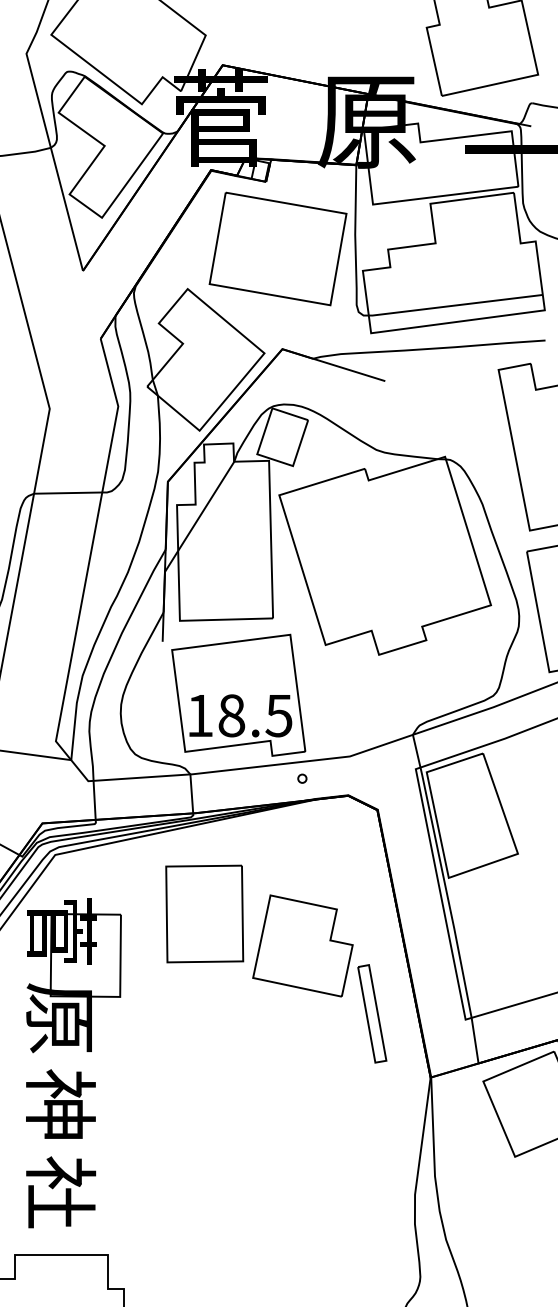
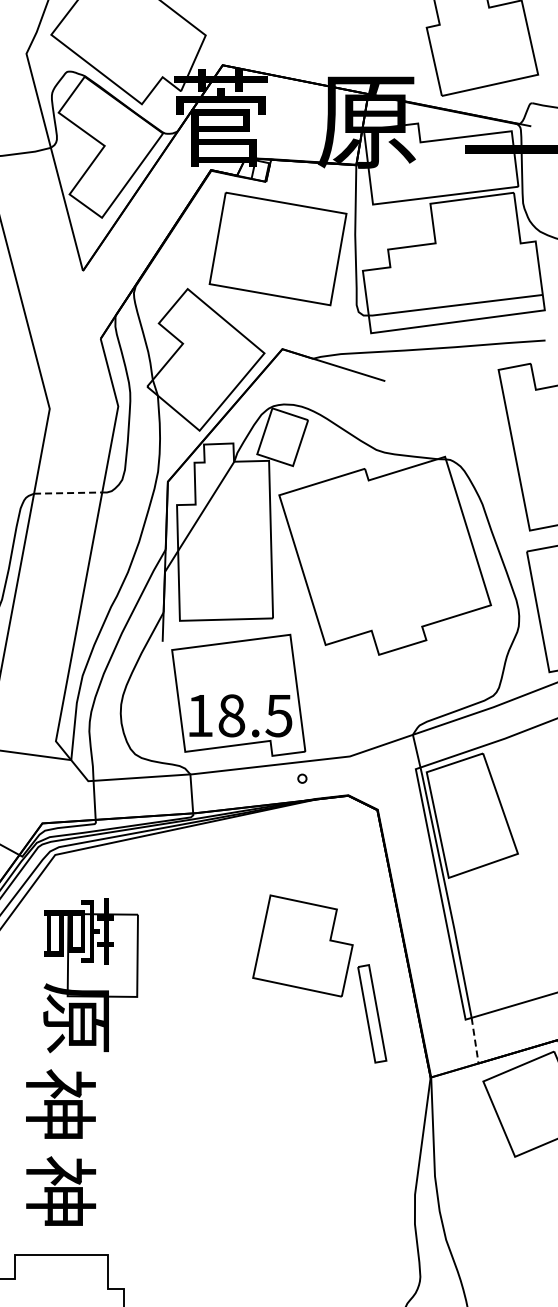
line at (68, 493): solid -> dashed
part at (204, 913): present -> none
part at (73, 975) position: (73, 975) -> (90, 975)
line at (475, 1041): solid -> dashed
text at (61, 1192): 社 -> 神
